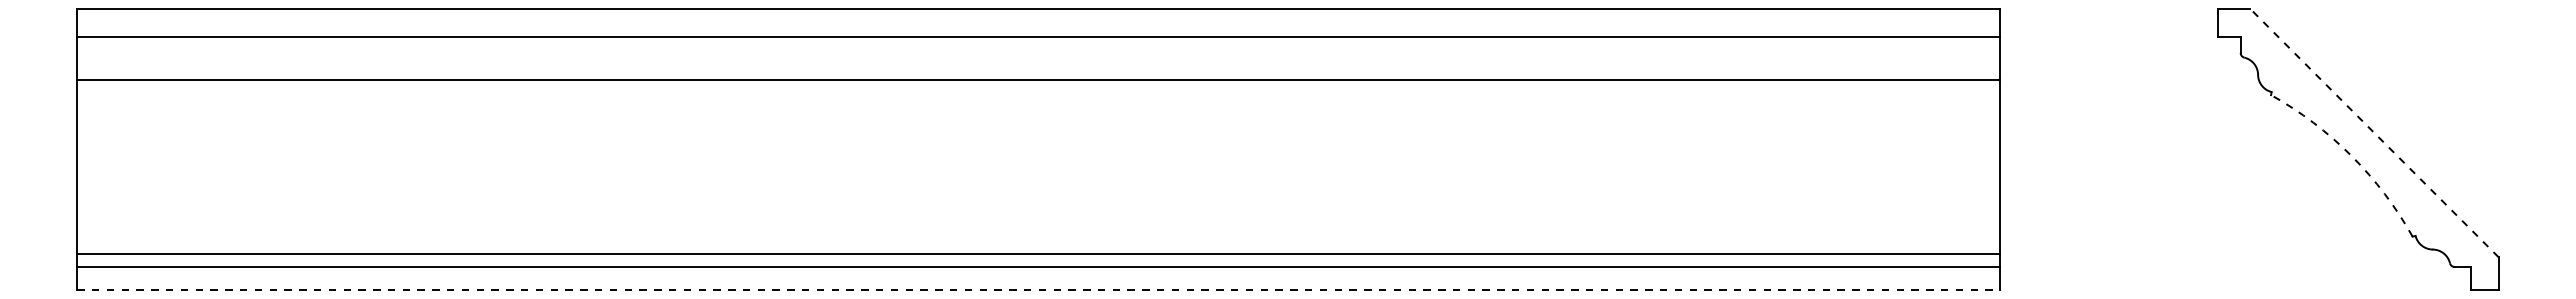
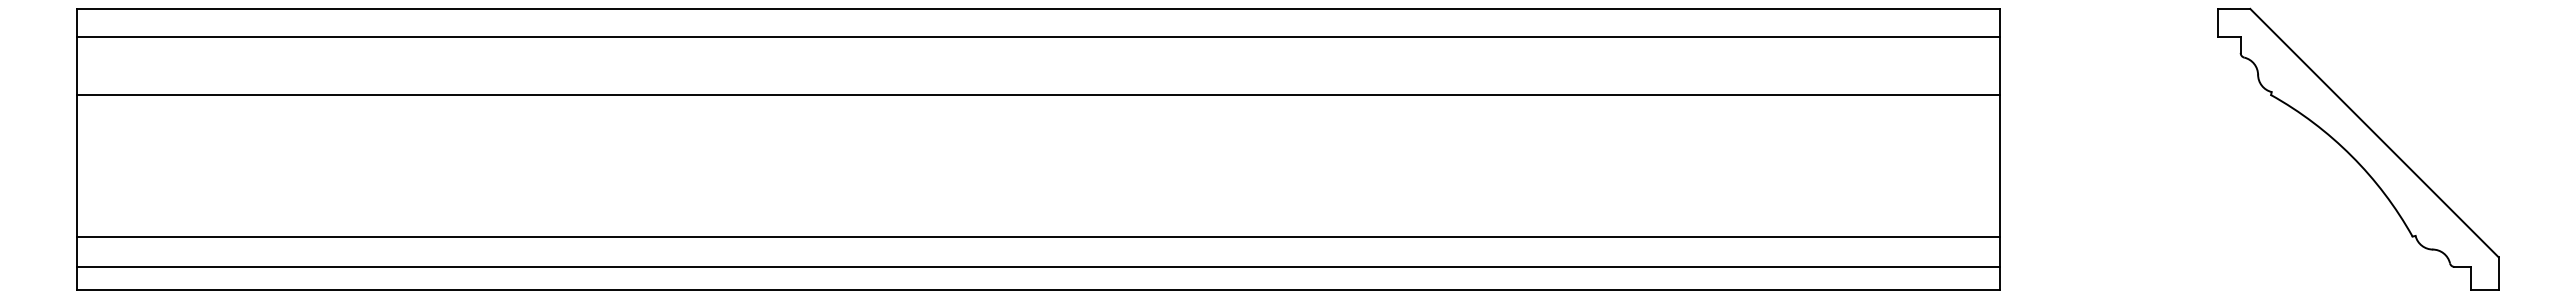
line at (1038, 80) position: (1038, 80) -> (1038, 95)
line at (2374, 133): dashed -> solid
arc at (2351, 156): dashed -> solid
line at (1038, 253) position: (1038, 253) -> (1038, 236)
line at (1039, 290): dashed -> solid
